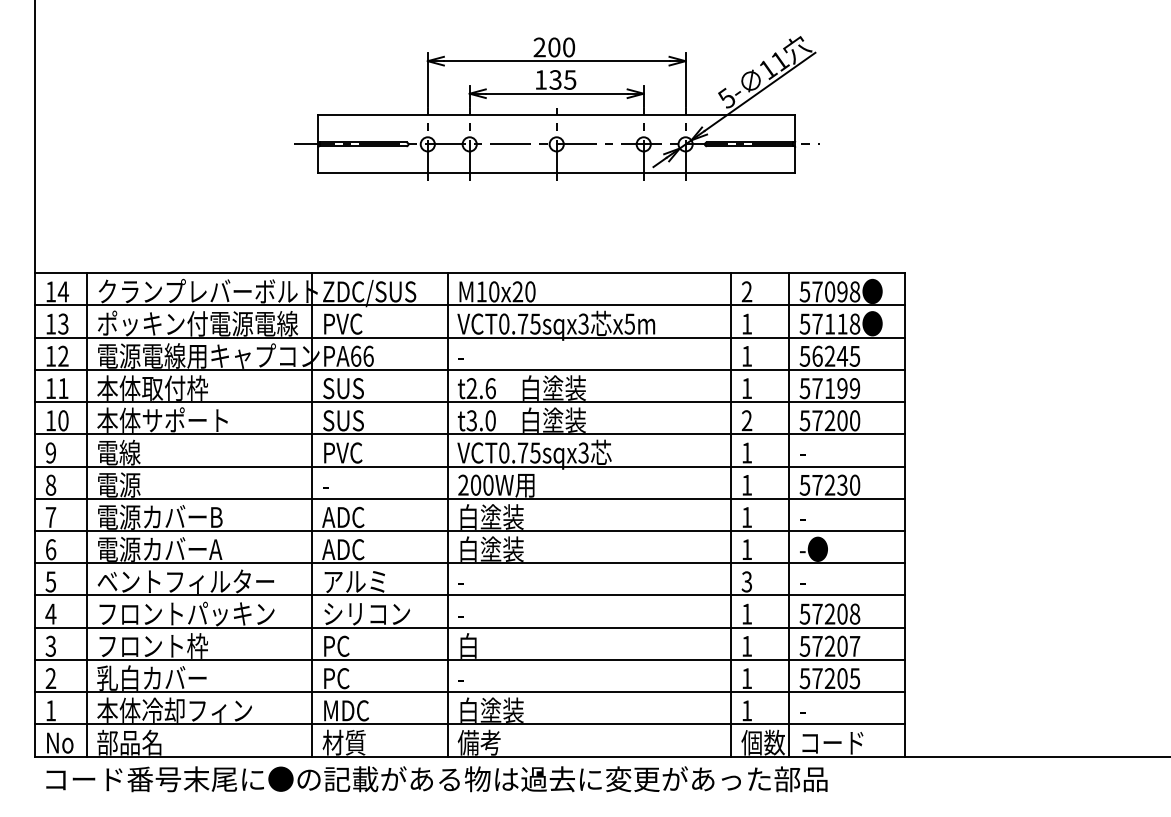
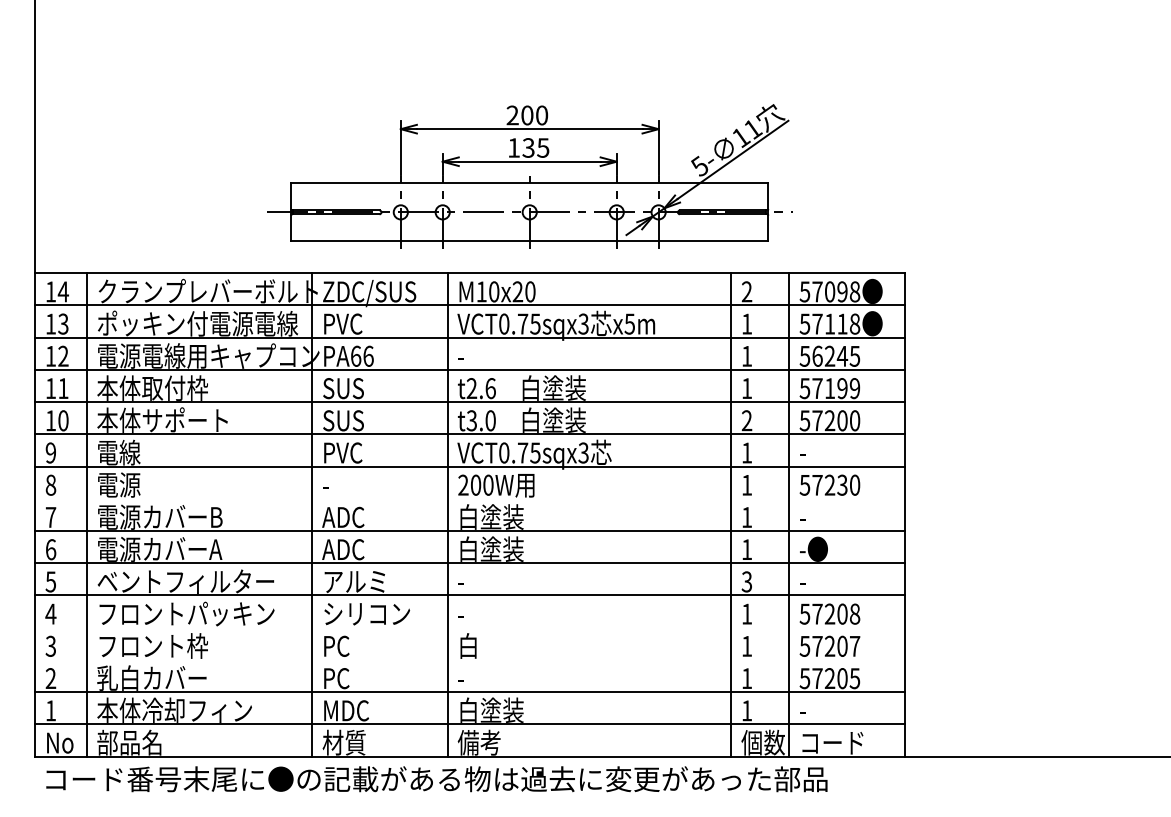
part at (556, 108) position: (556, 108) -> (529, 176)
line at (470, 498): present -> none
line at (470, 627): present -> none
line at (470, 659): present -> none
